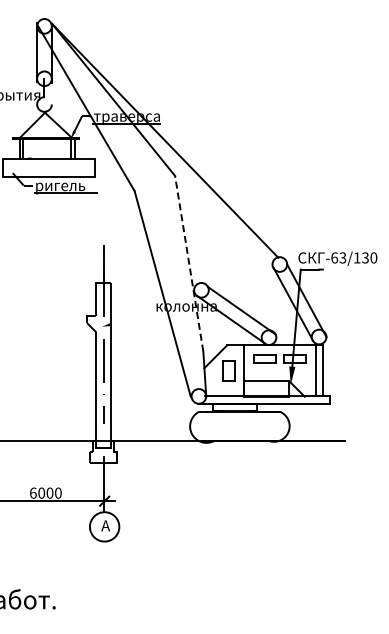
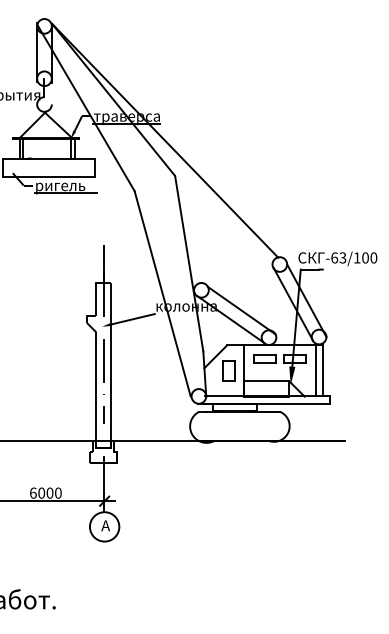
text at (365, 257): -63/130 -> -63/100
line at (189, 263): dashed -> solid
line at (132, 319): none -> present
